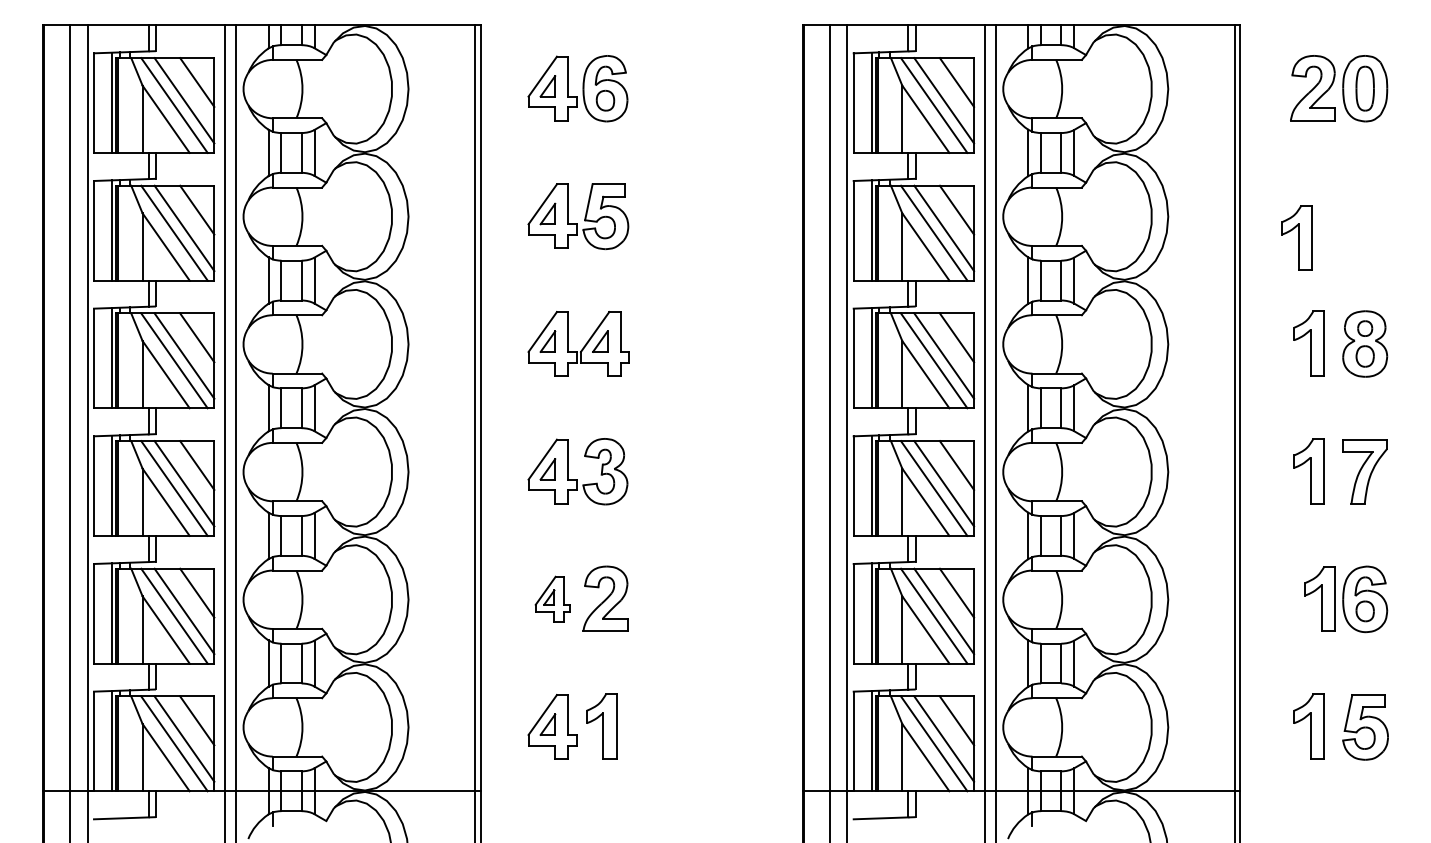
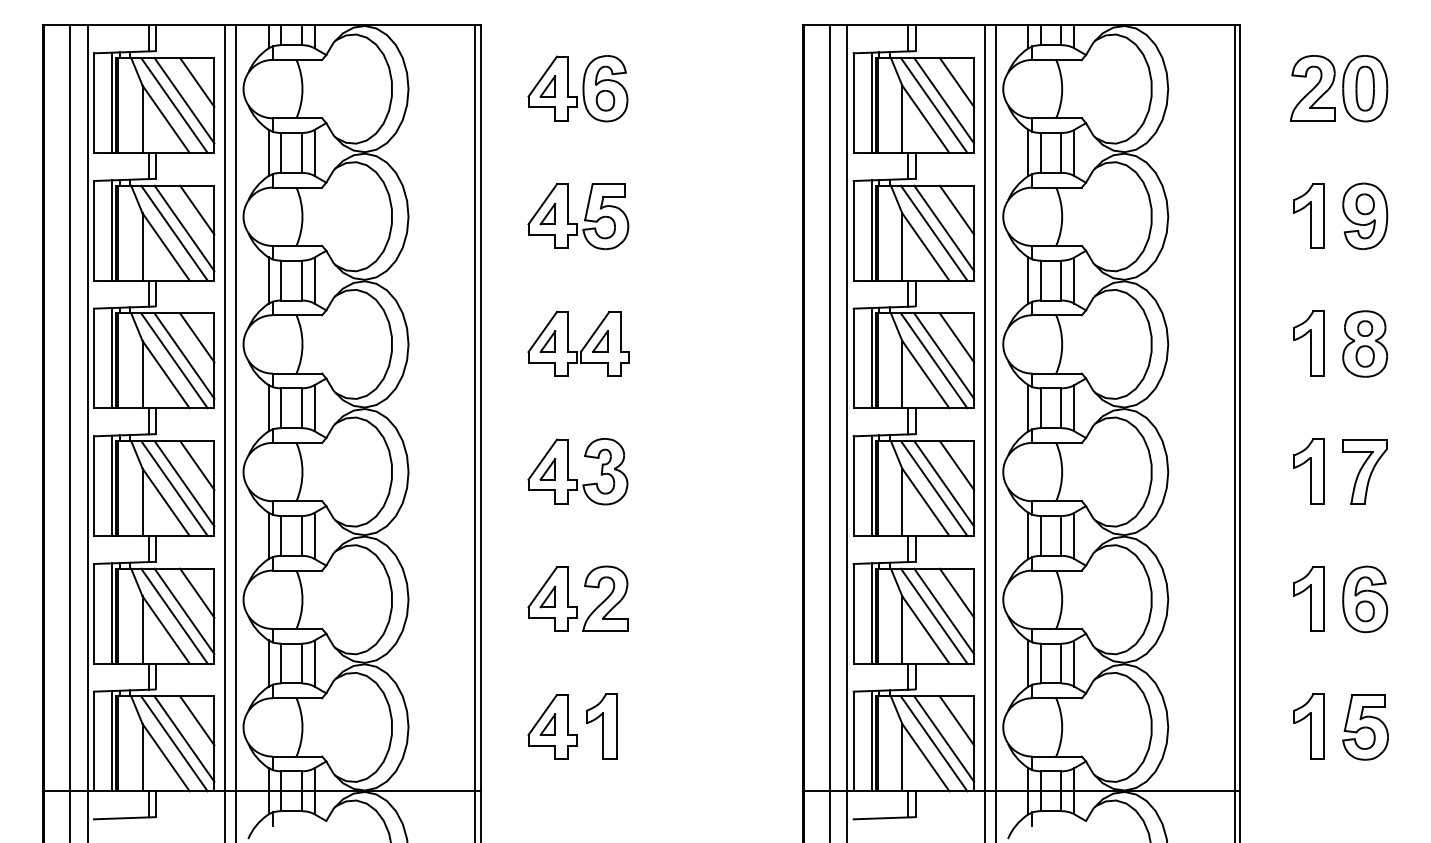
part at (1365, 215): none -> present
part at (1296, 237) position: (1296, 237) -> (1308, 215)
part at (552, 598) size: 37x48 px -> 51x66 px
part at (1319, 598) position: (1319, 598) -> (1308, 598)
